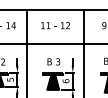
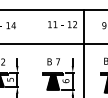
text at (55, 25) position: (55, 25) -> (62, 24)
line at (27, 51): present -> none
text at (58, 61): 3 -> 7
